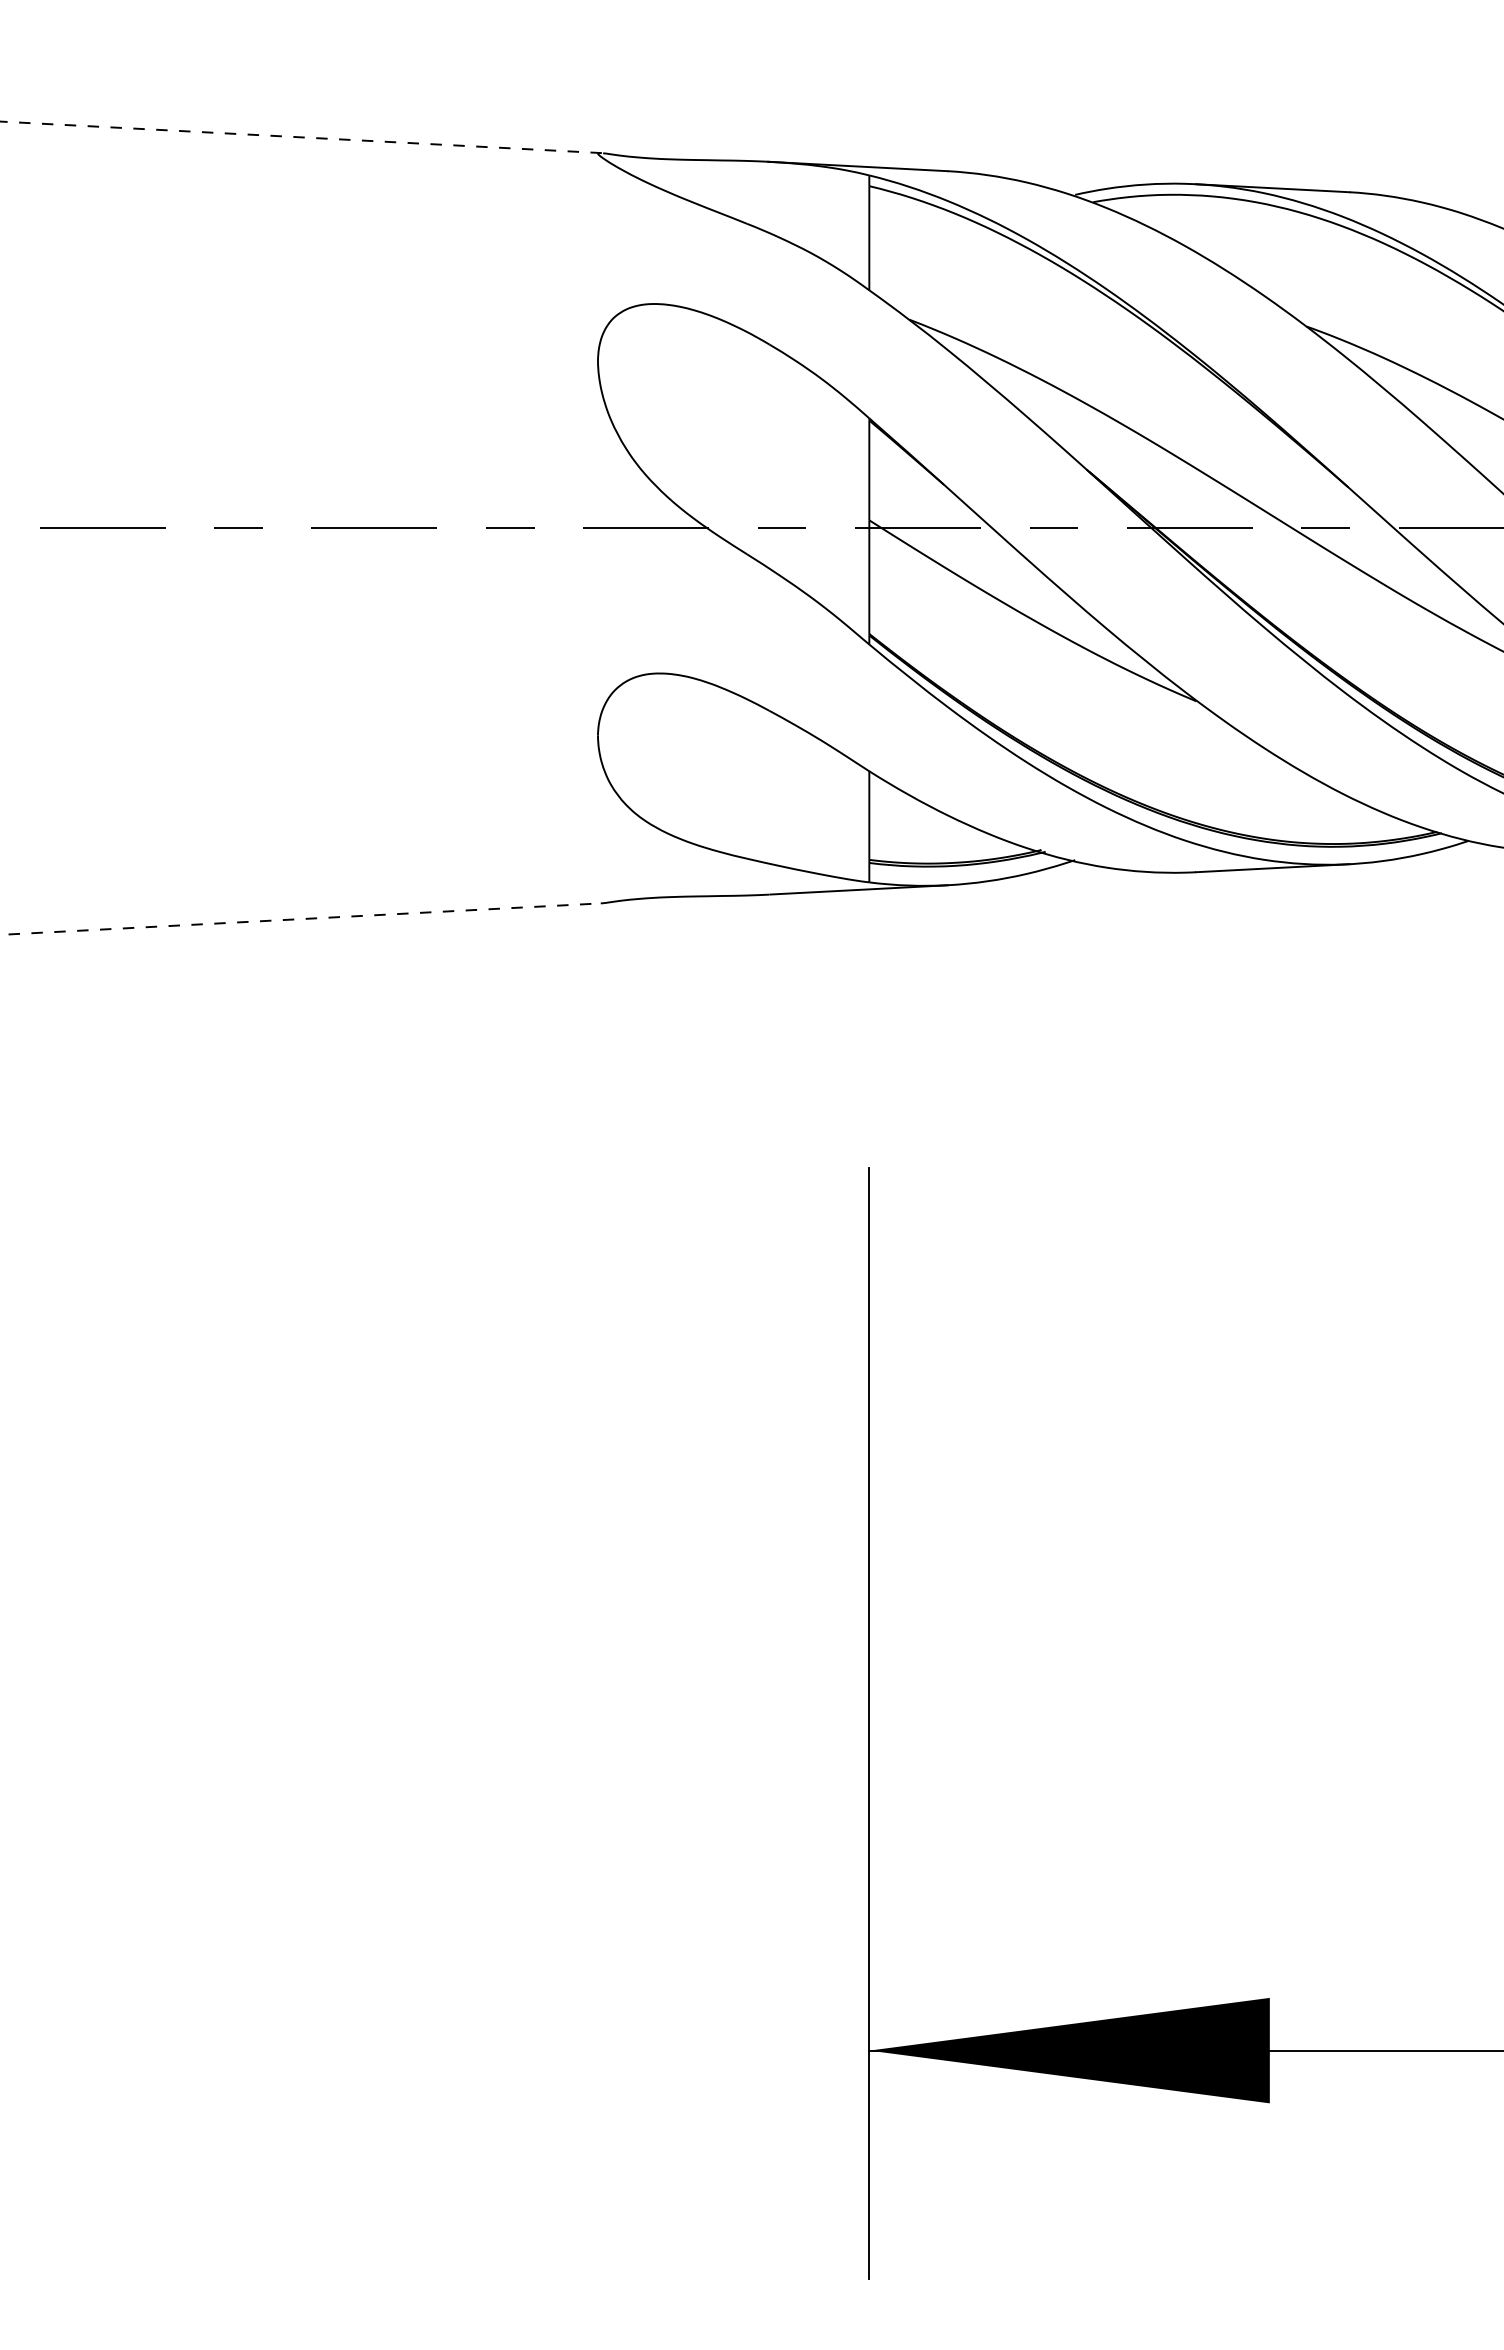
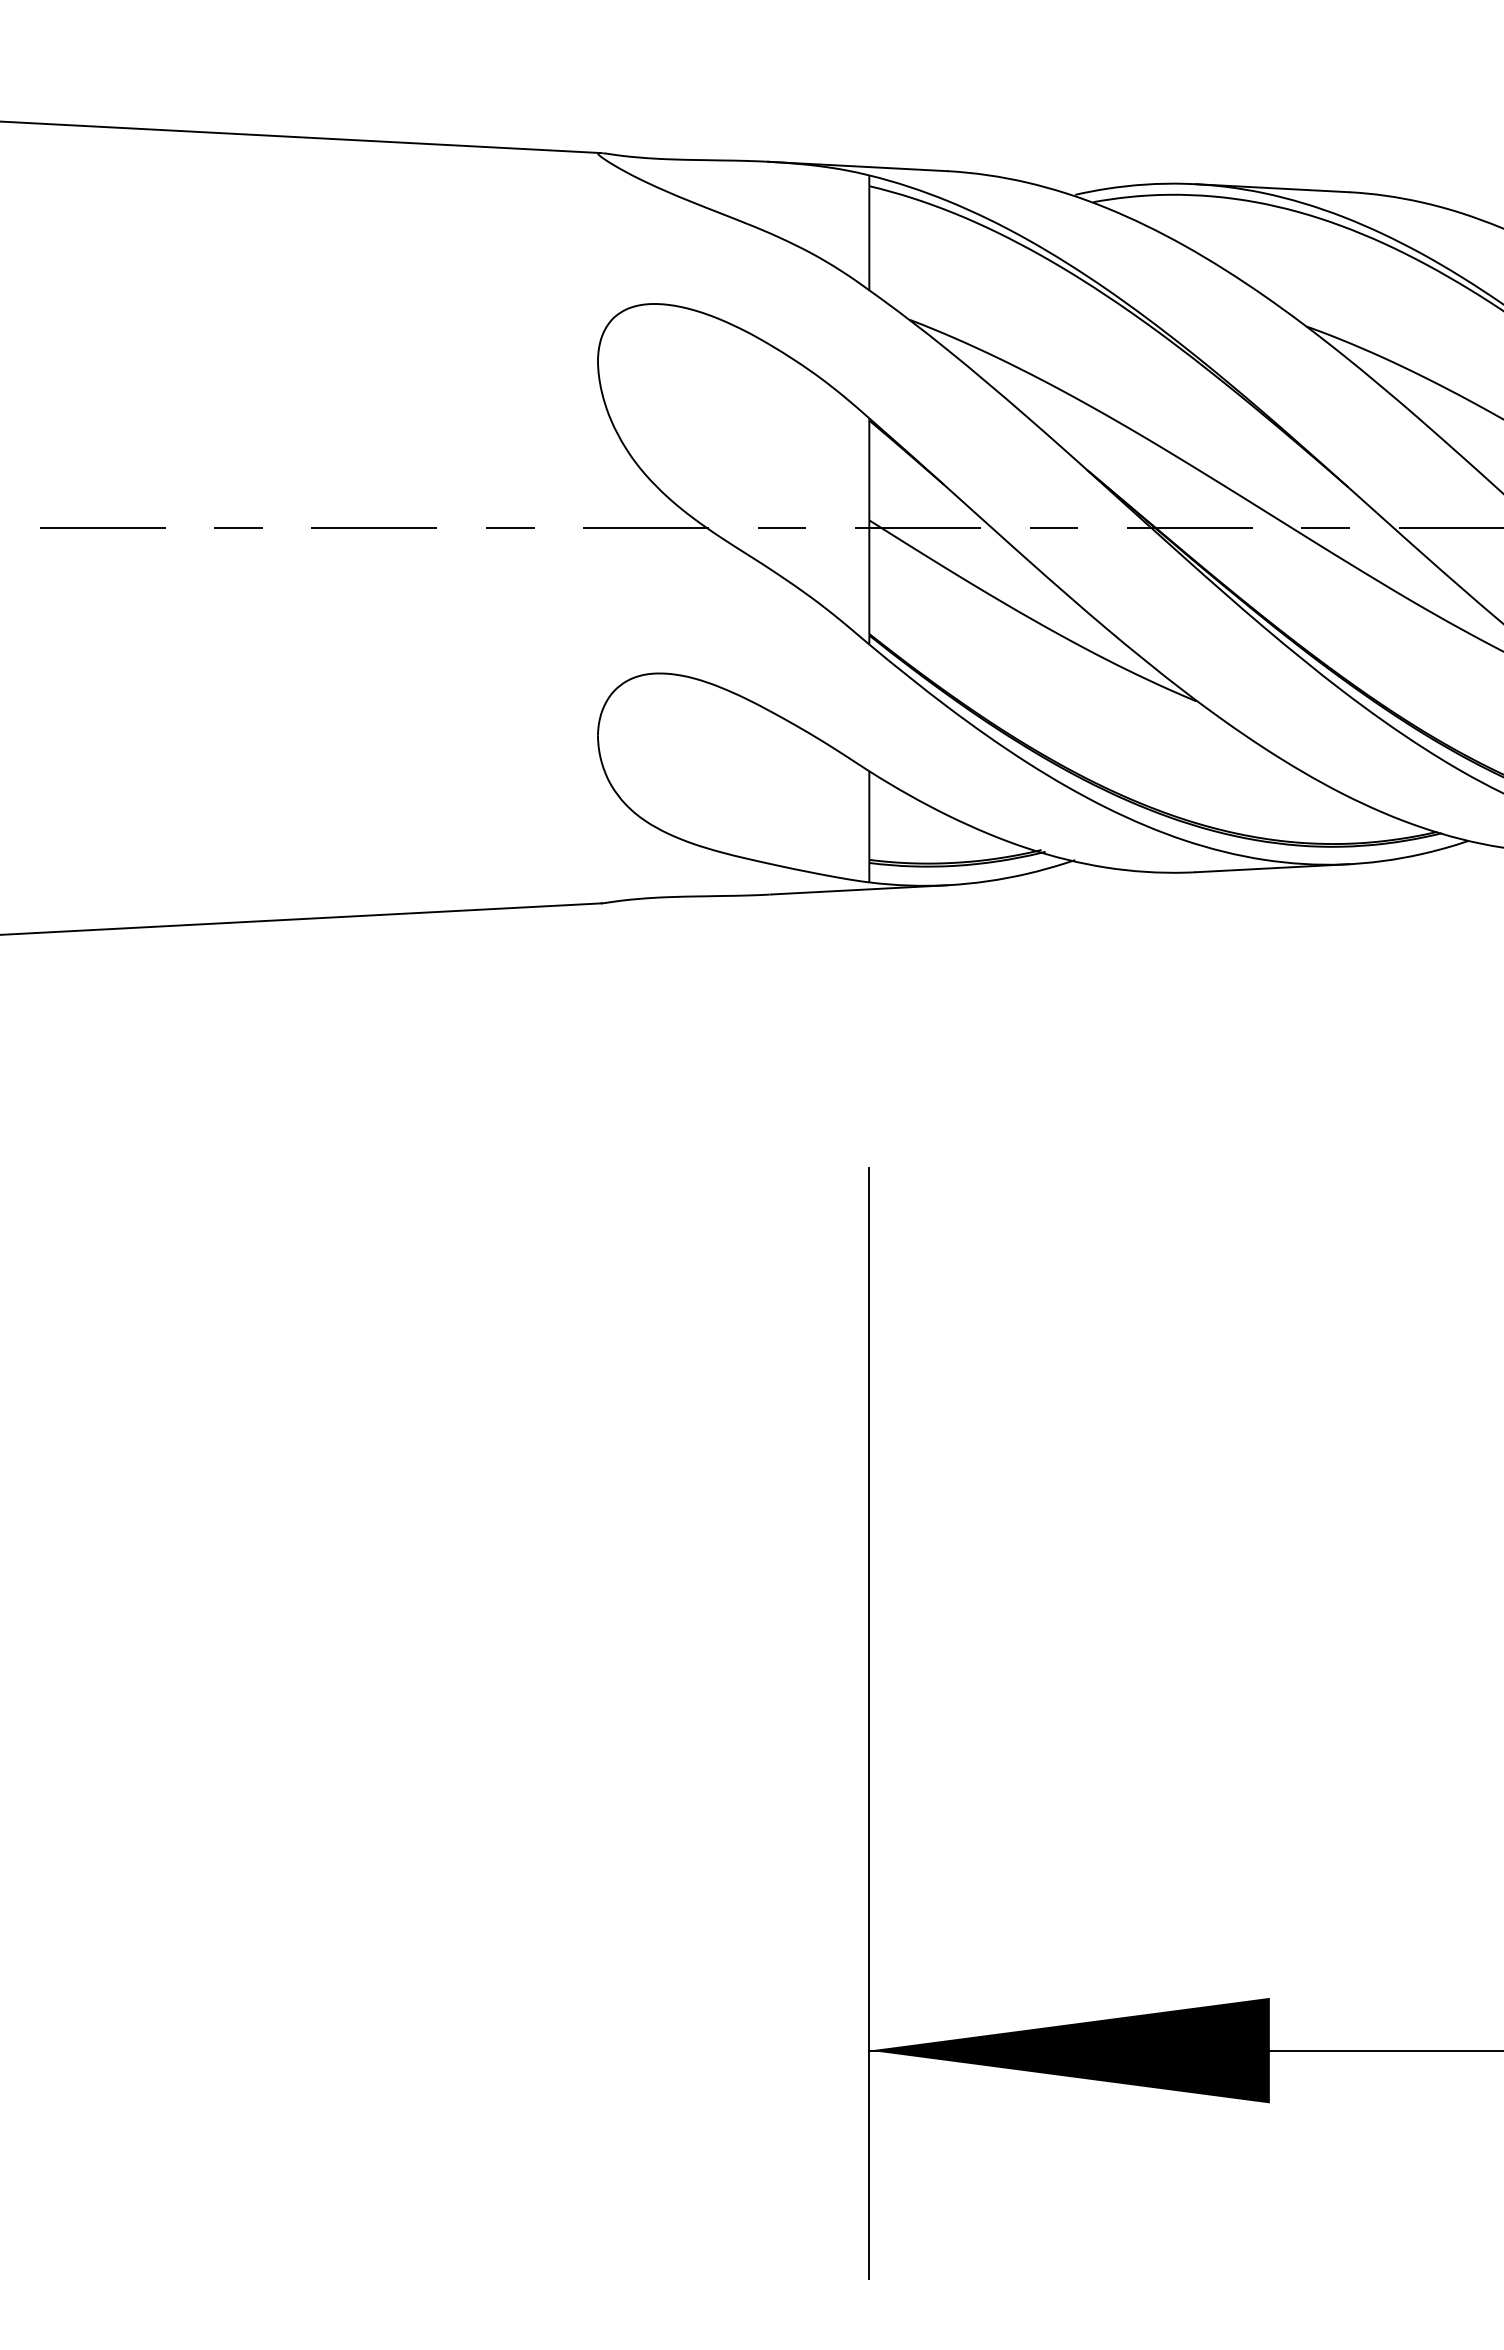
line at (301, 137): dashed -> solid
line at (301, 919): dashed -> solid
